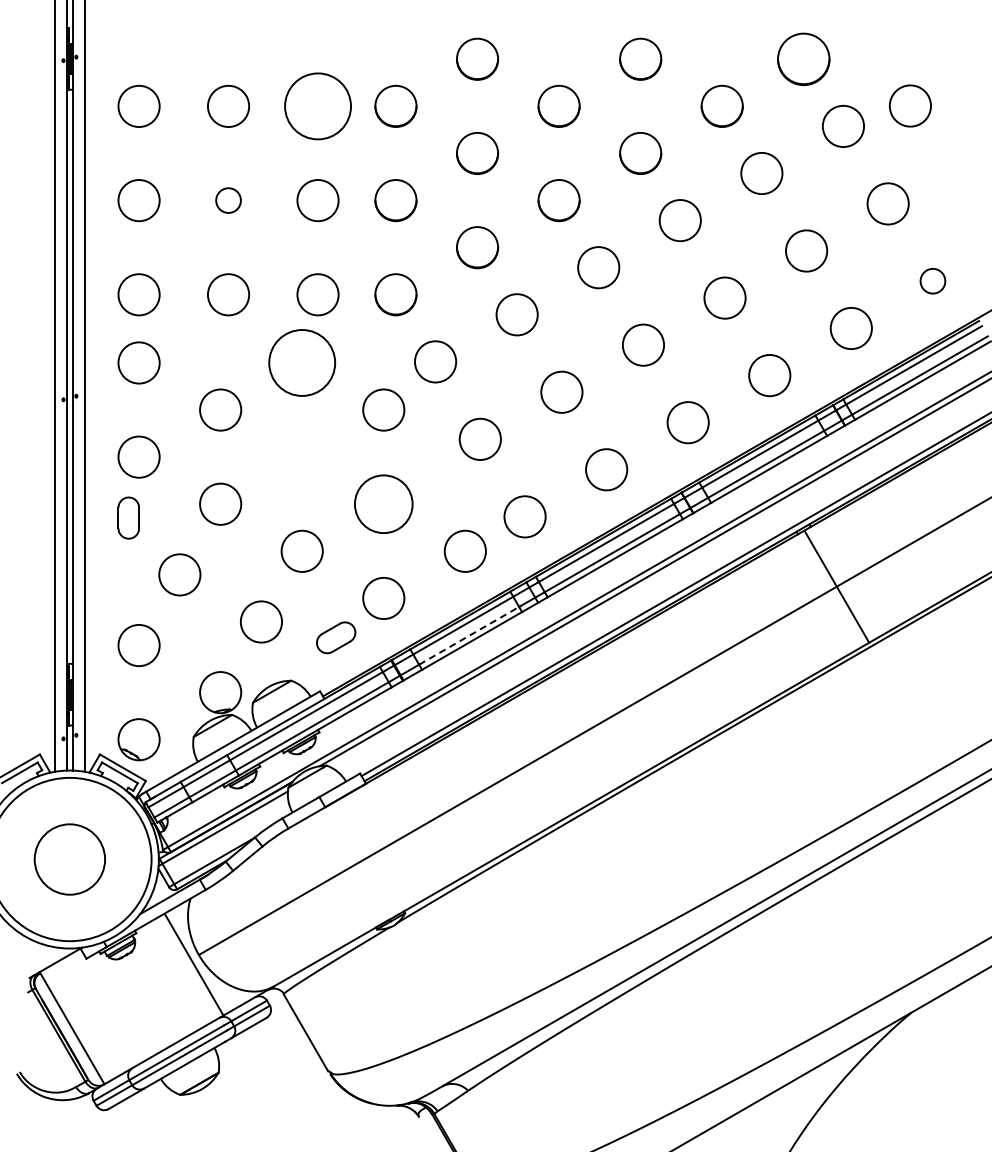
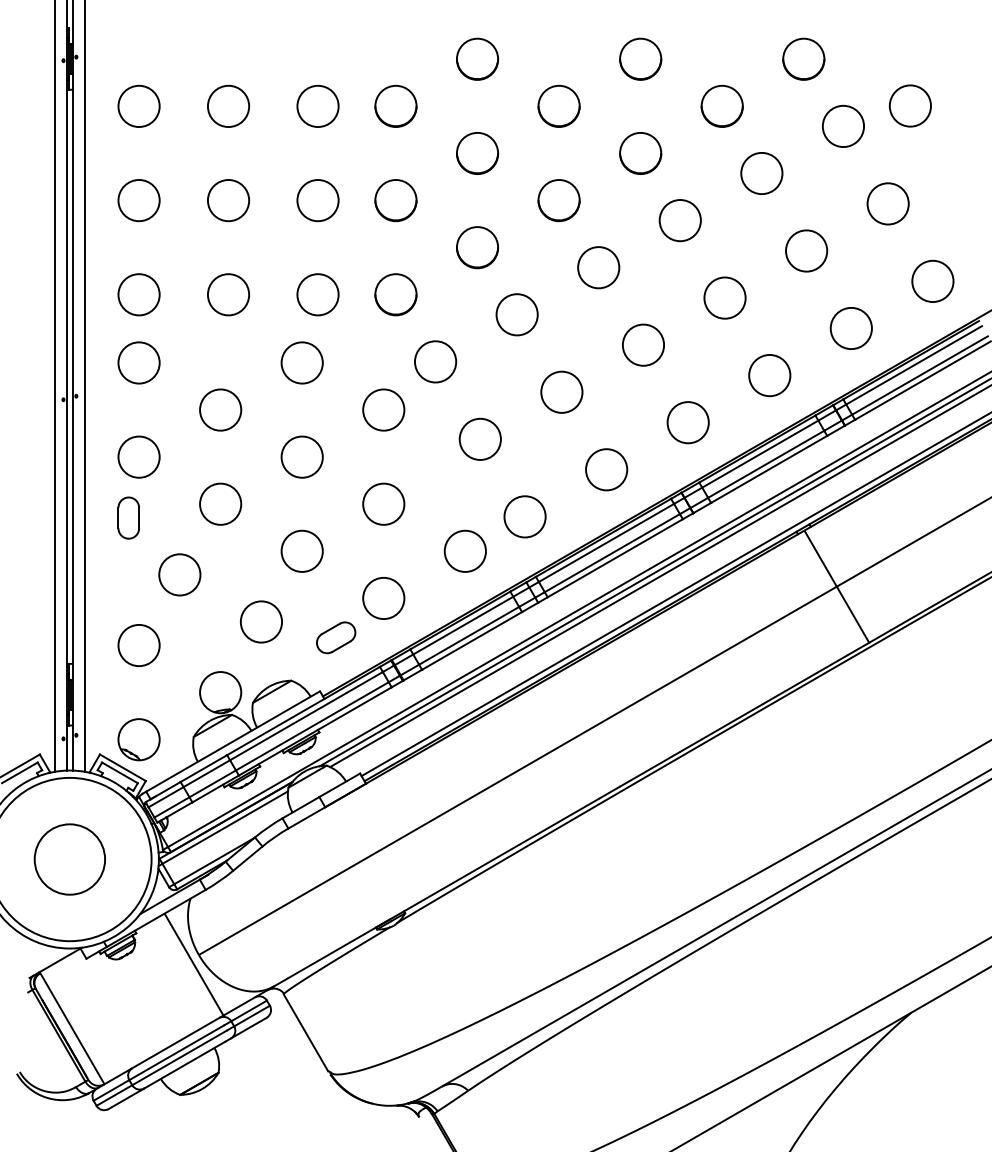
circle at (803, 58) size: 54x54 px -> 44x44 px
circle at (318, 106) diameter: 66 px -> 41 px
circle at (228, 200) diameter: 25 px -> 41 px
circle at (932, 281) size: 28x27 px -> 44x44 px
circle at (302, 362) diameter: 66 px -> 41 px
circle at (301, 456): none -> present
circle at (383, 504) diameter: 58 px -> 41 px
line at (659, 576): none -> present
line at (469, 635): dashed -> solid
